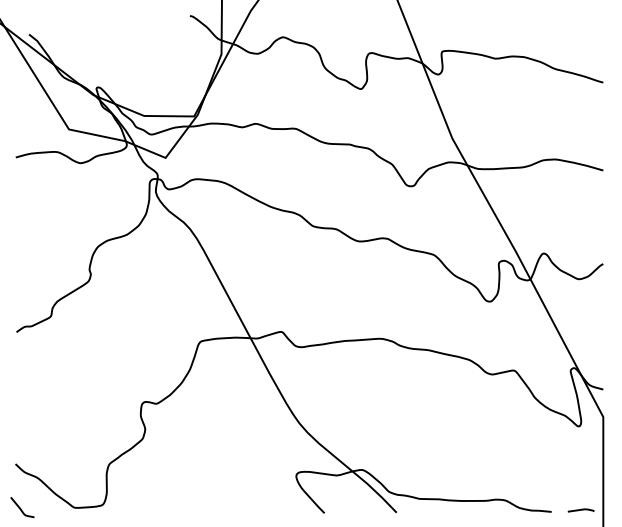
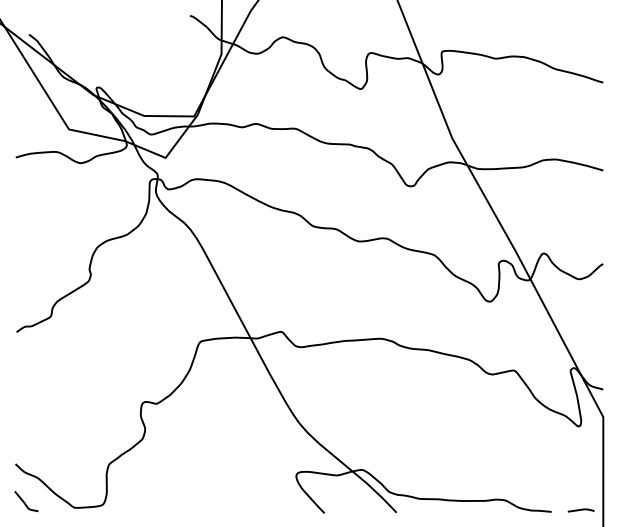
curve at (21, 508) position: (21, 508) -> (25, 502)
